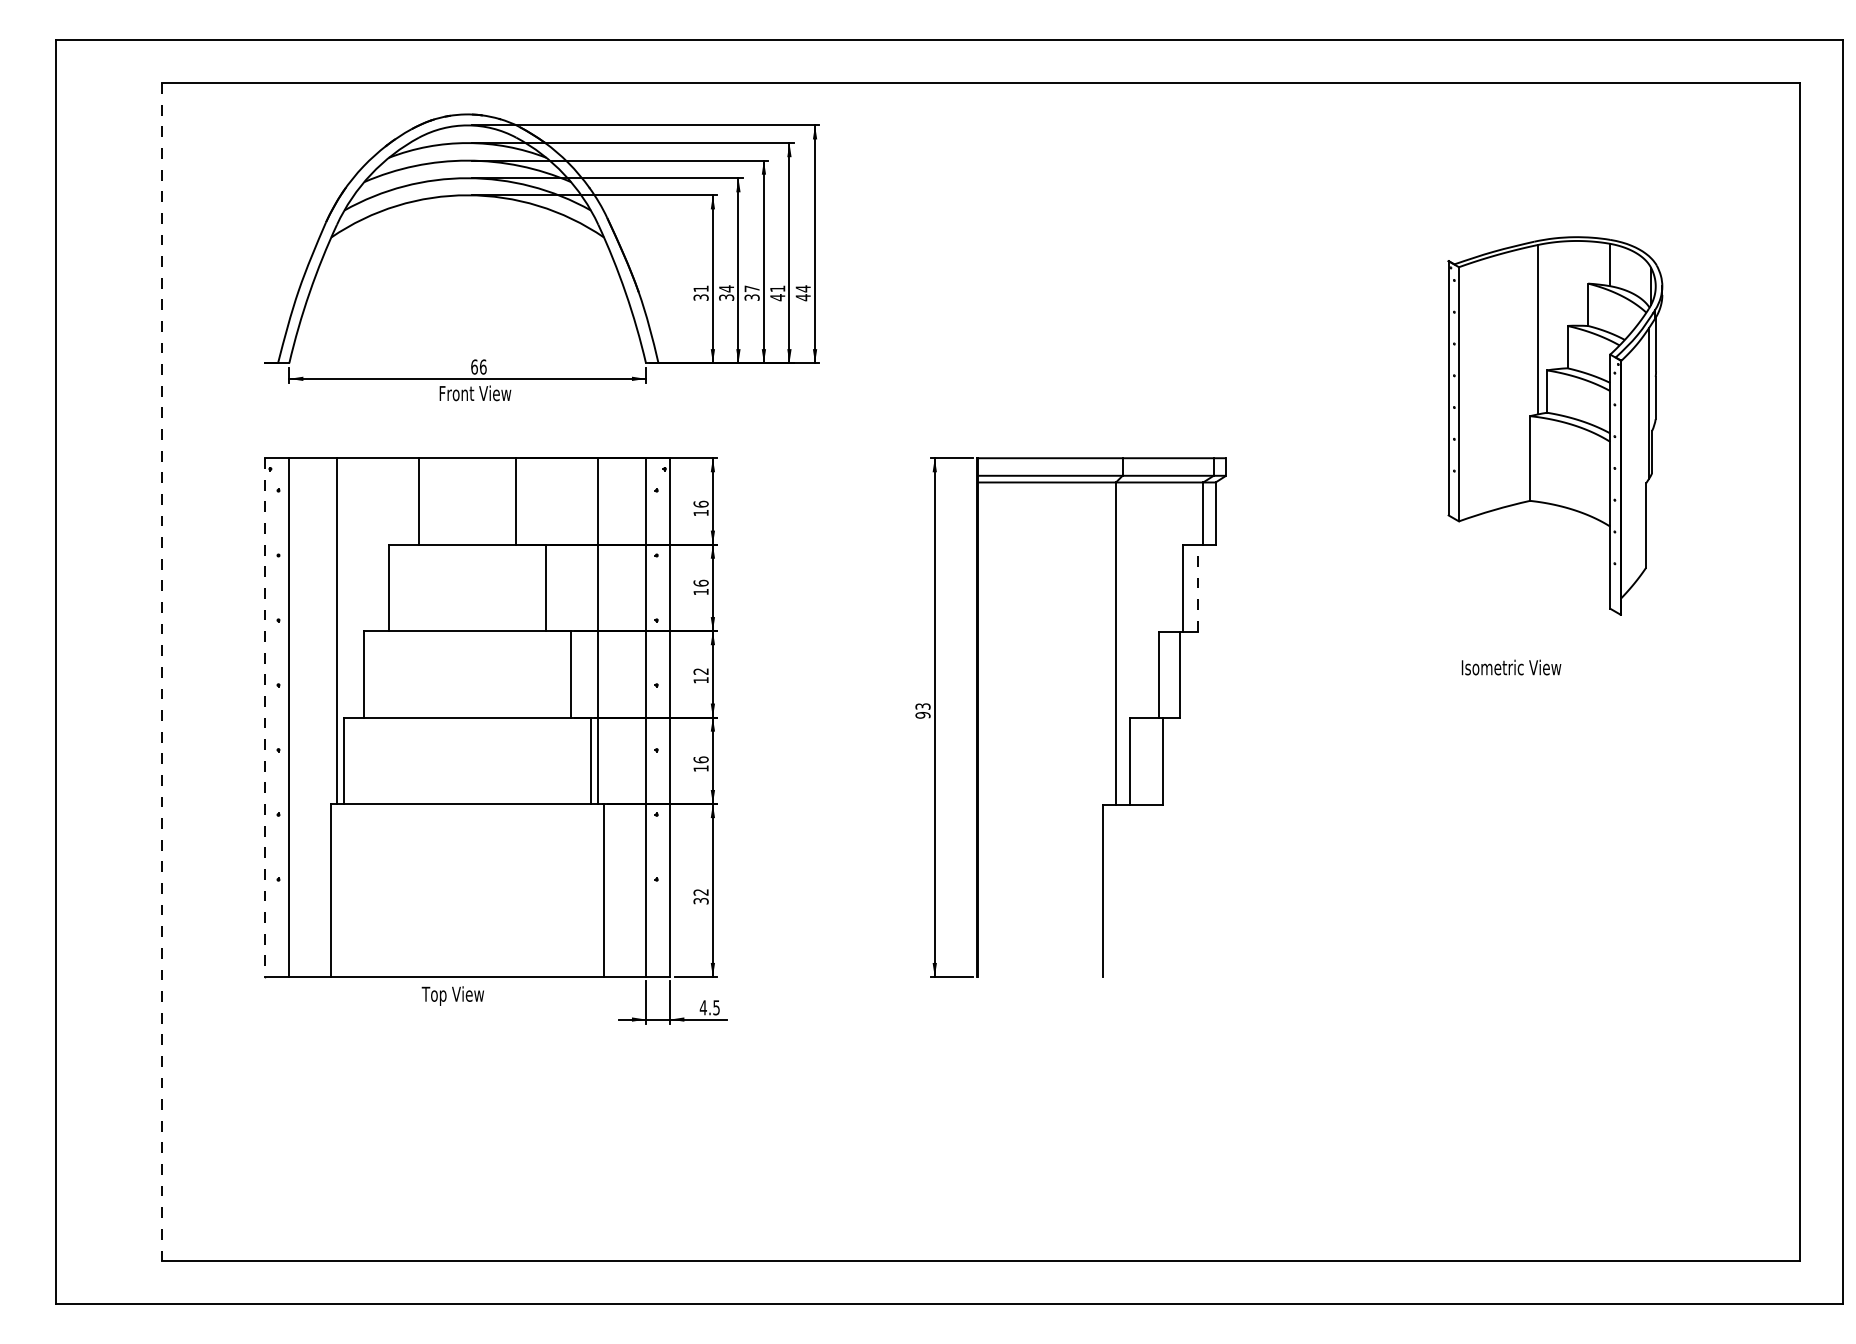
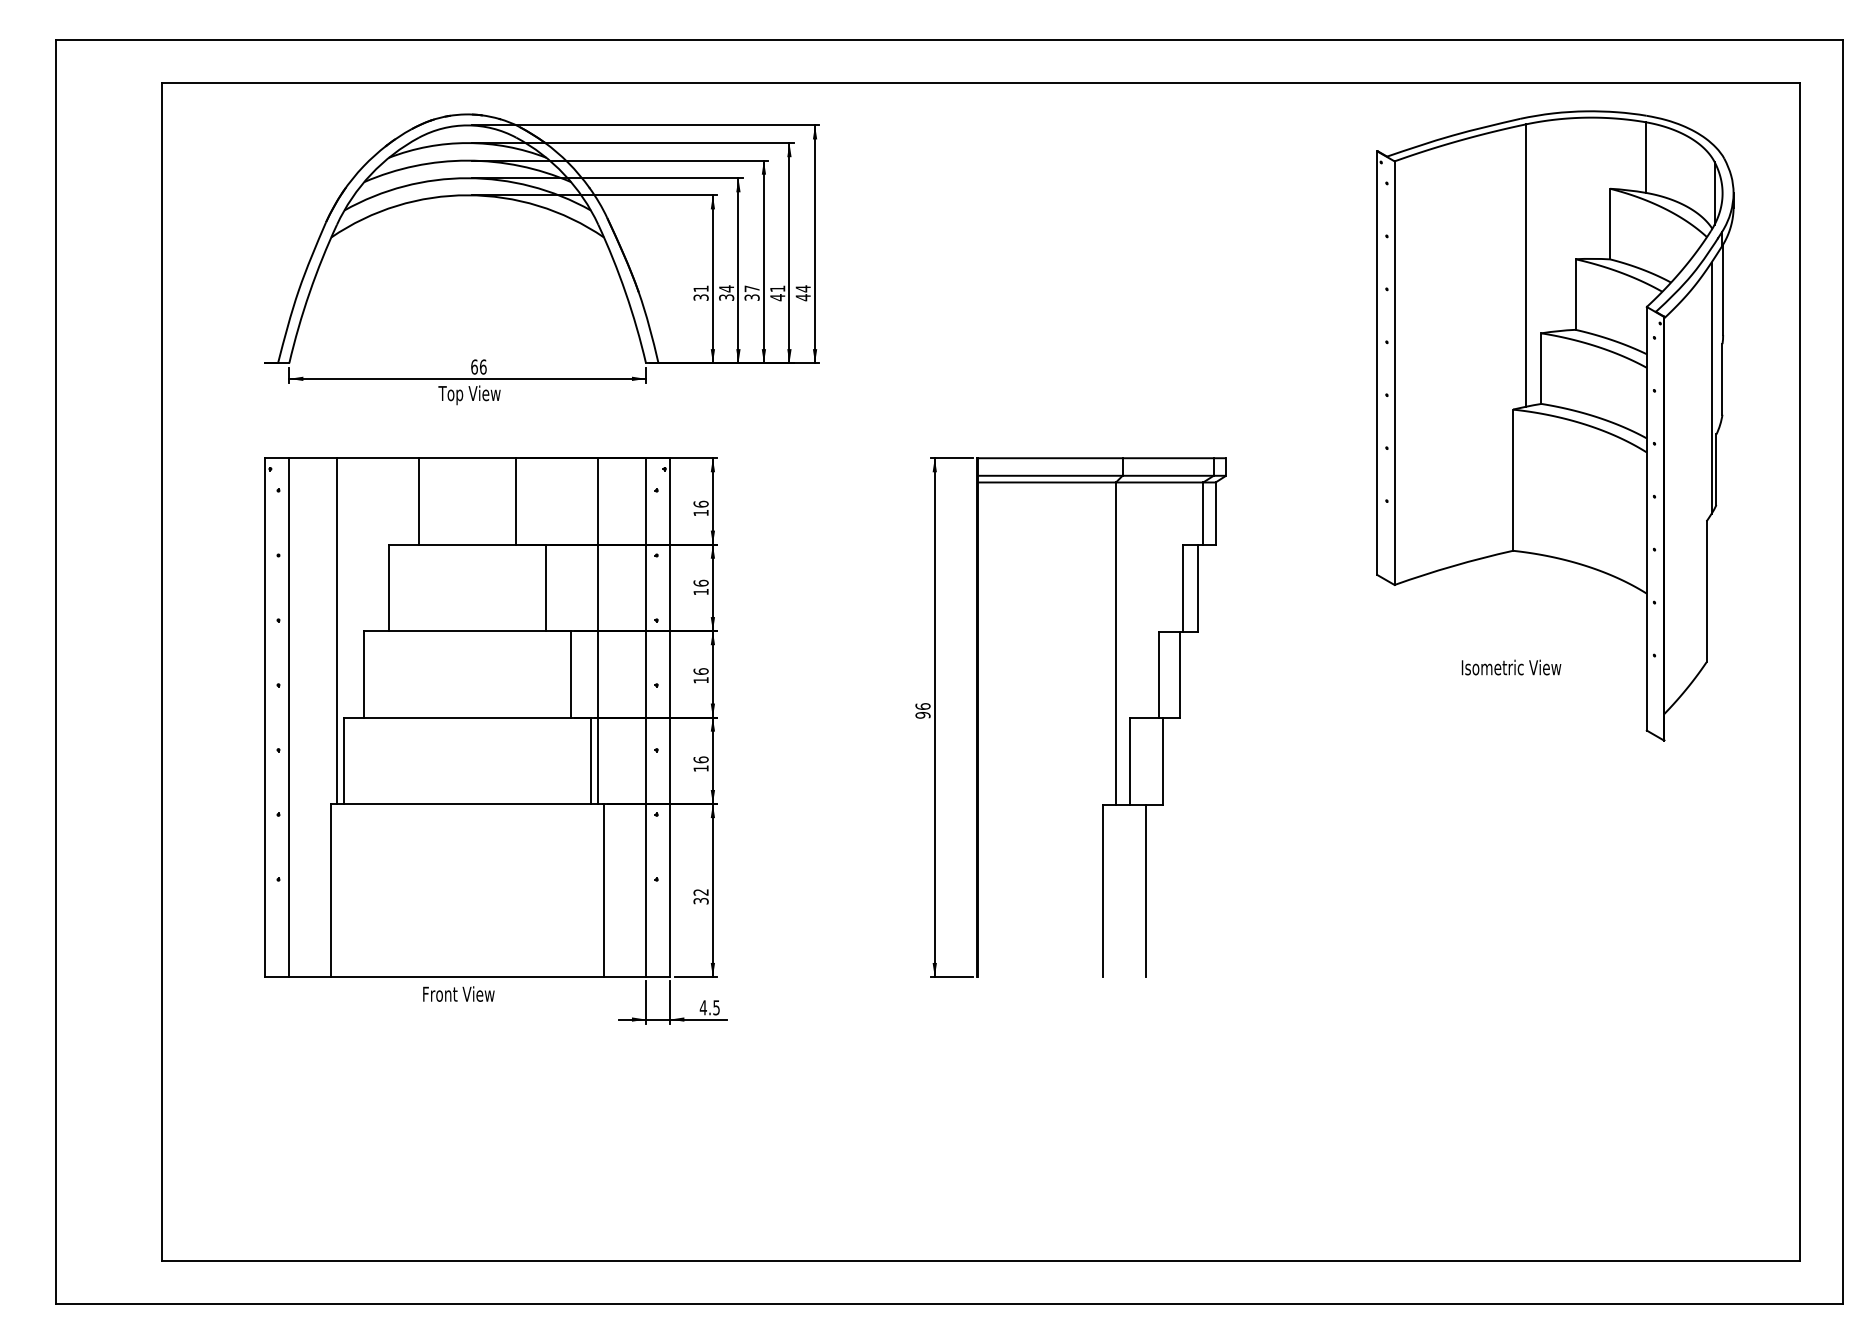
text at (474, 395): Front View -> Top View
part at (1555, 425) size: 217x380 px -> 359x632 px
line at (1198, 587): dashed -> solid
line at (162, 671): dashed -> solid
text at (700, 671): 12 -> 16
text at (922, 706): 93 -> 96
line at (265, 718): dashed -> solid
line at (1145, 890): none -> present
text at (457, 995): Top View -> Front View
